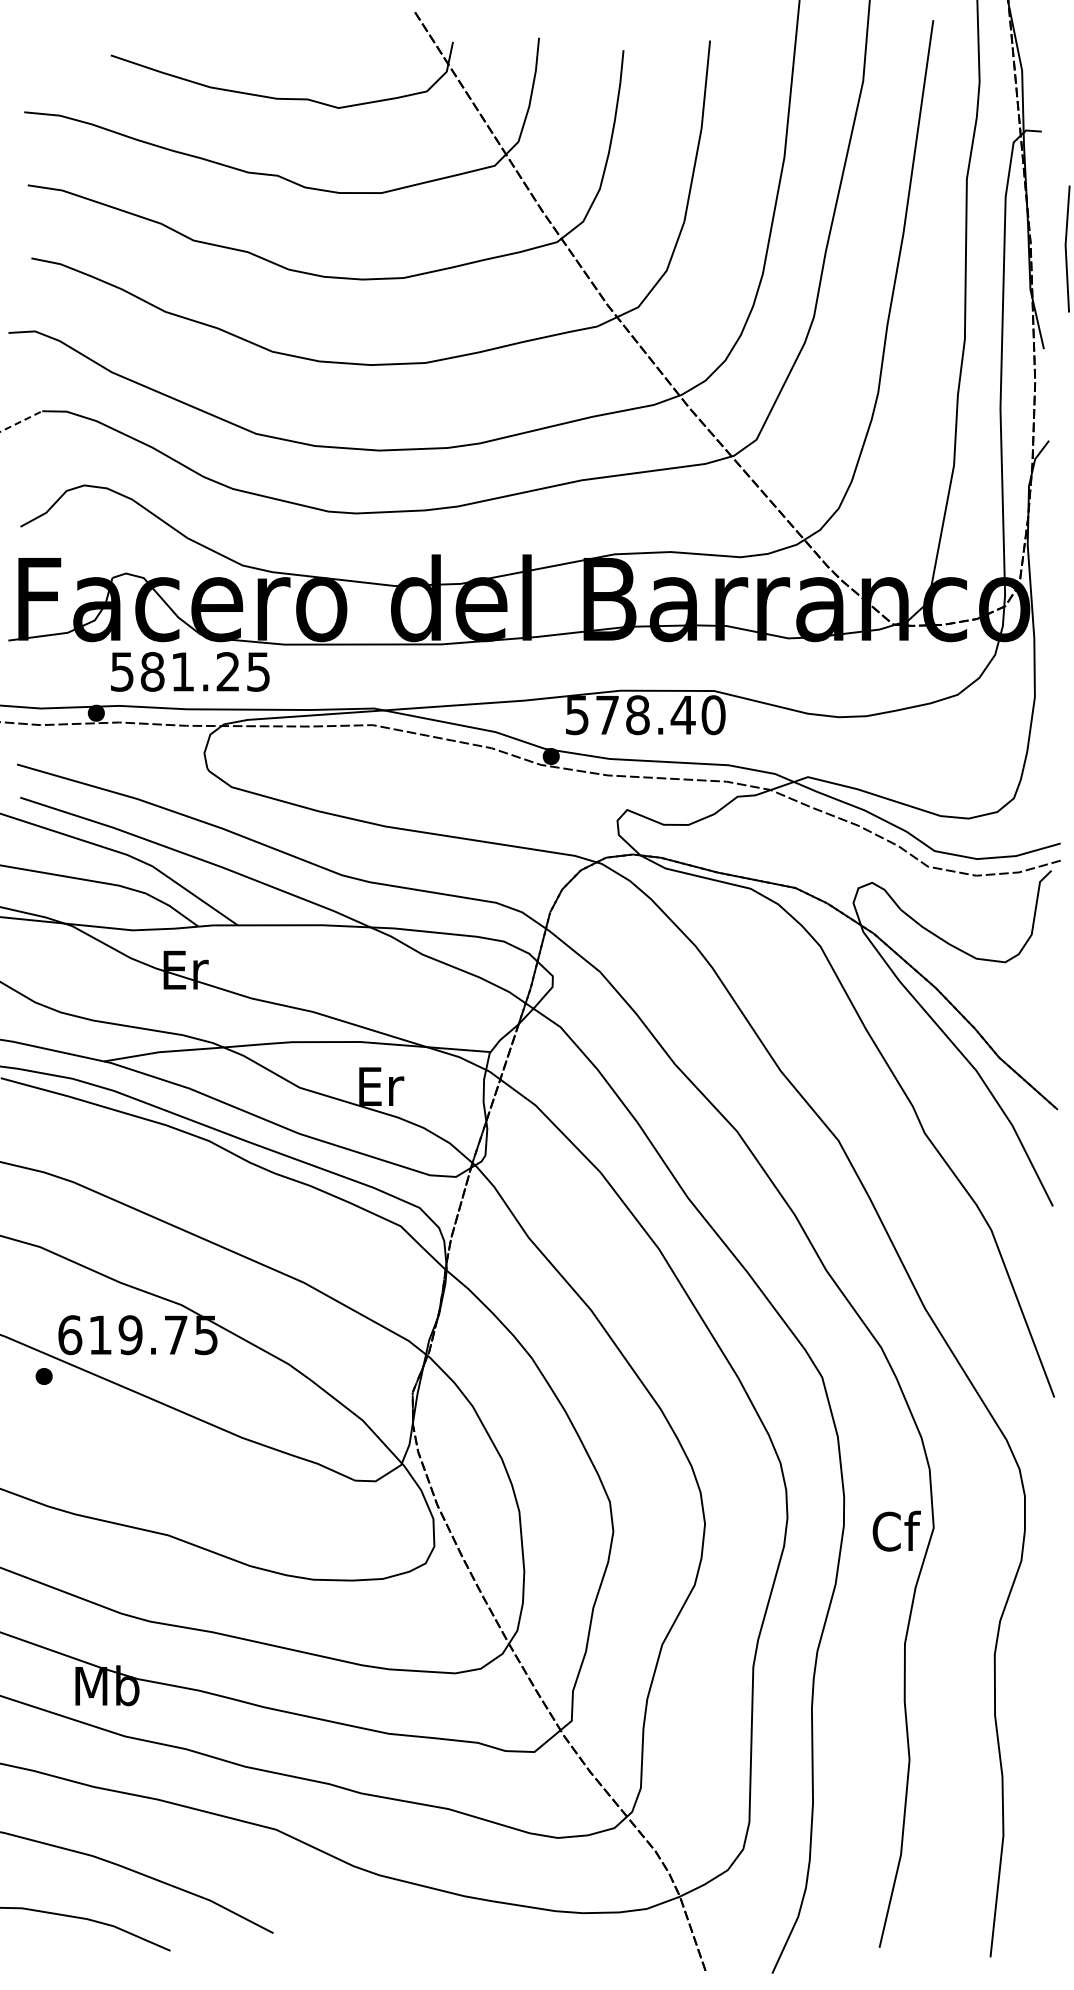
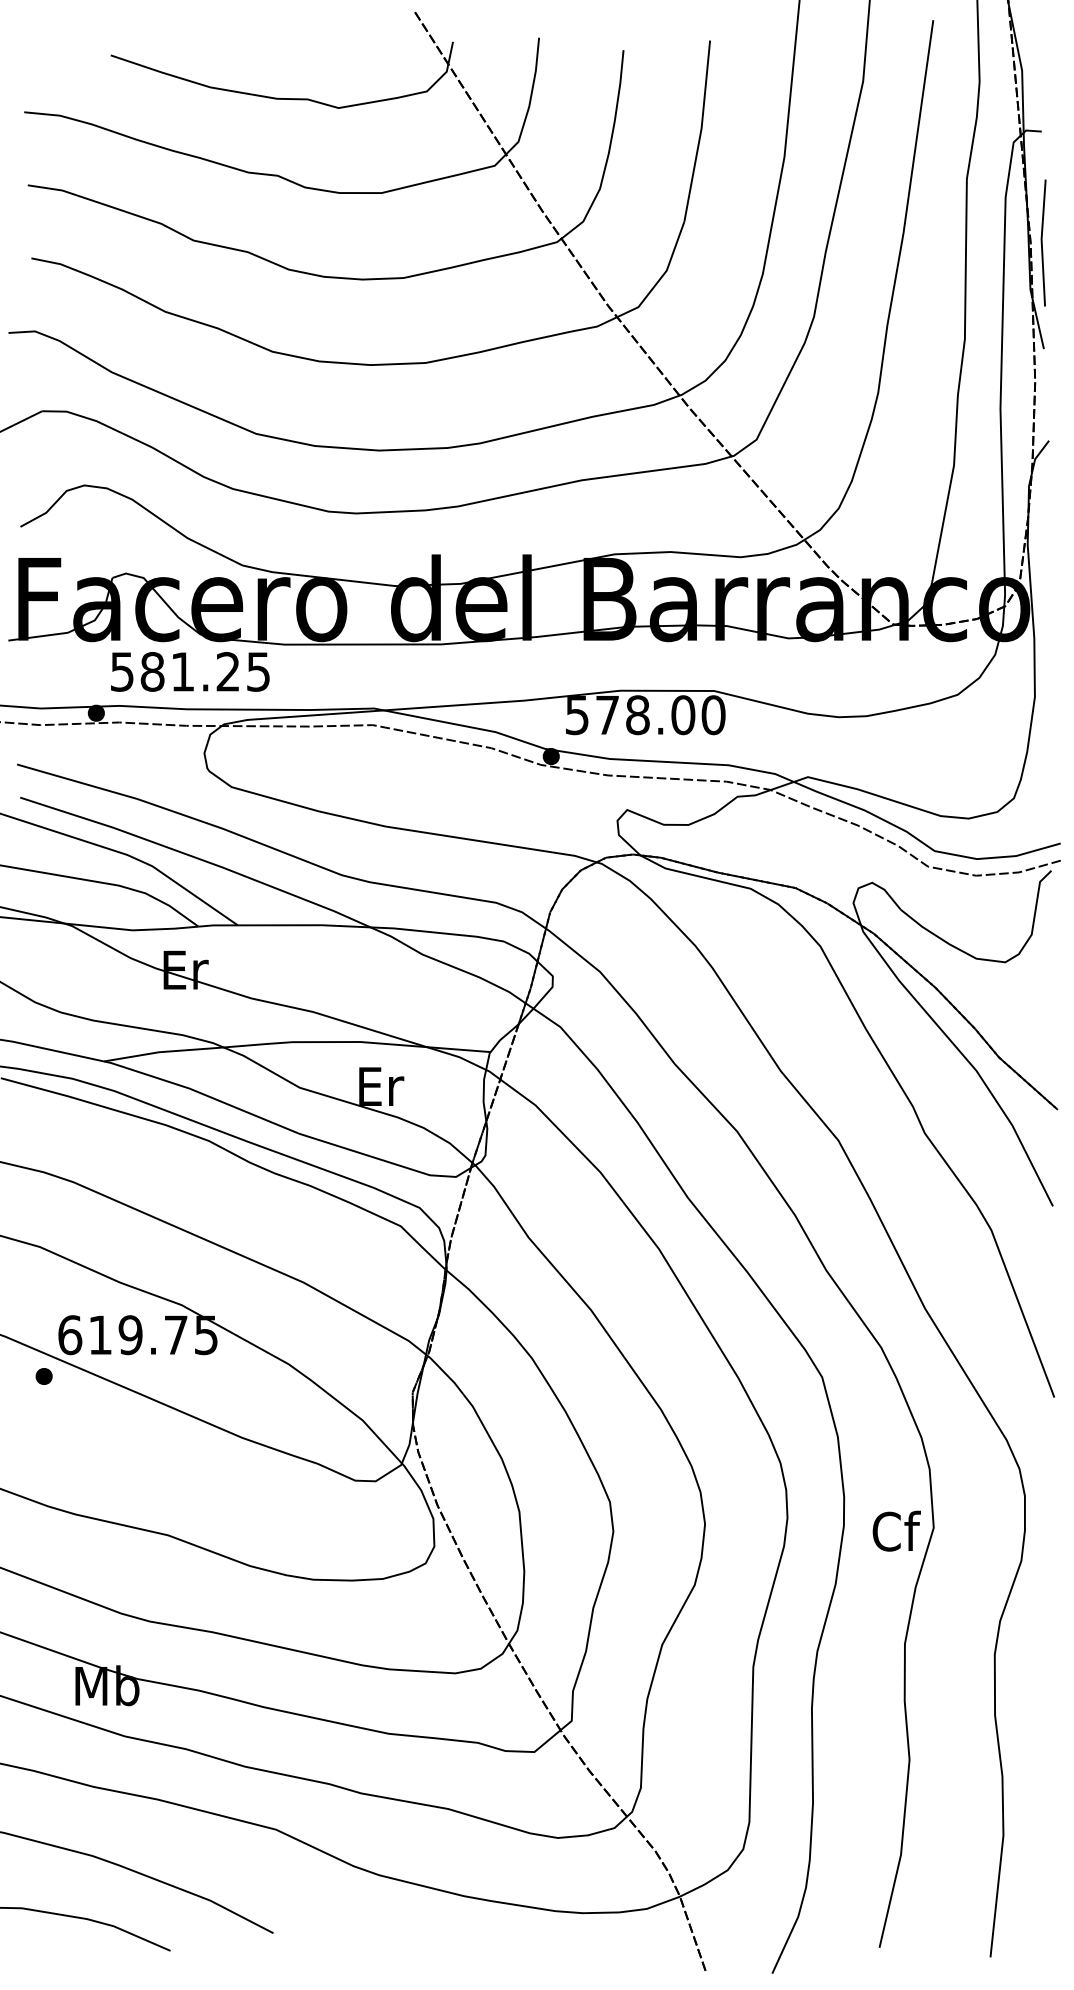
line at (1066, 248) position: (1066, 248) -> (1042, 242)
line at (21, 421): dashed -> solid
text at (682, 715): 578.40 -> 578.00
